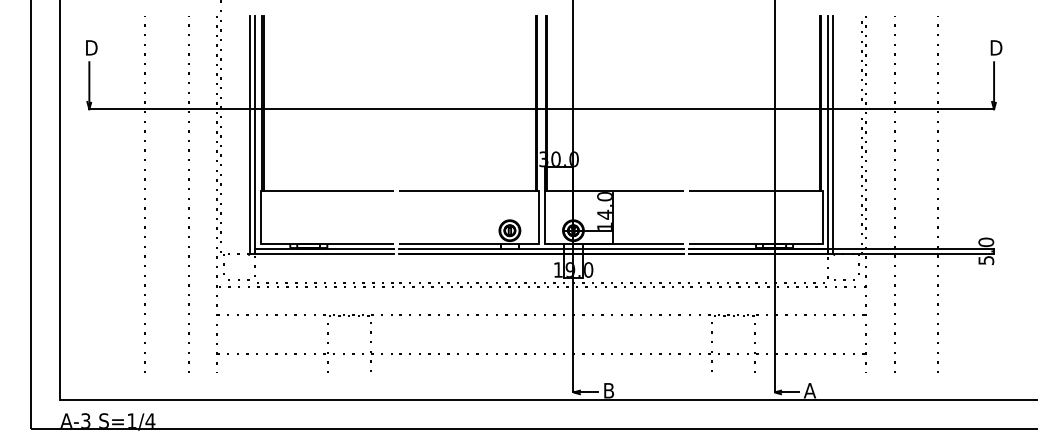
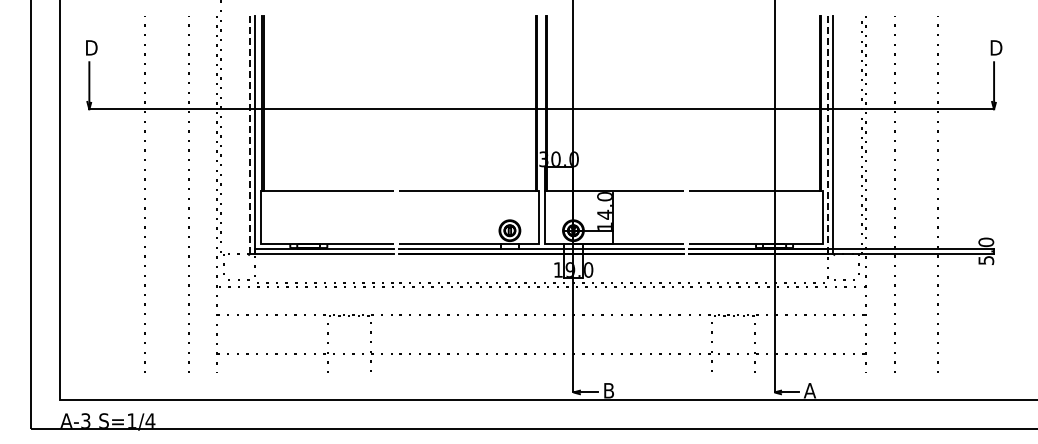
line at (250, 134): solid -> dashed
line at (828, 134): solid -> dashed
